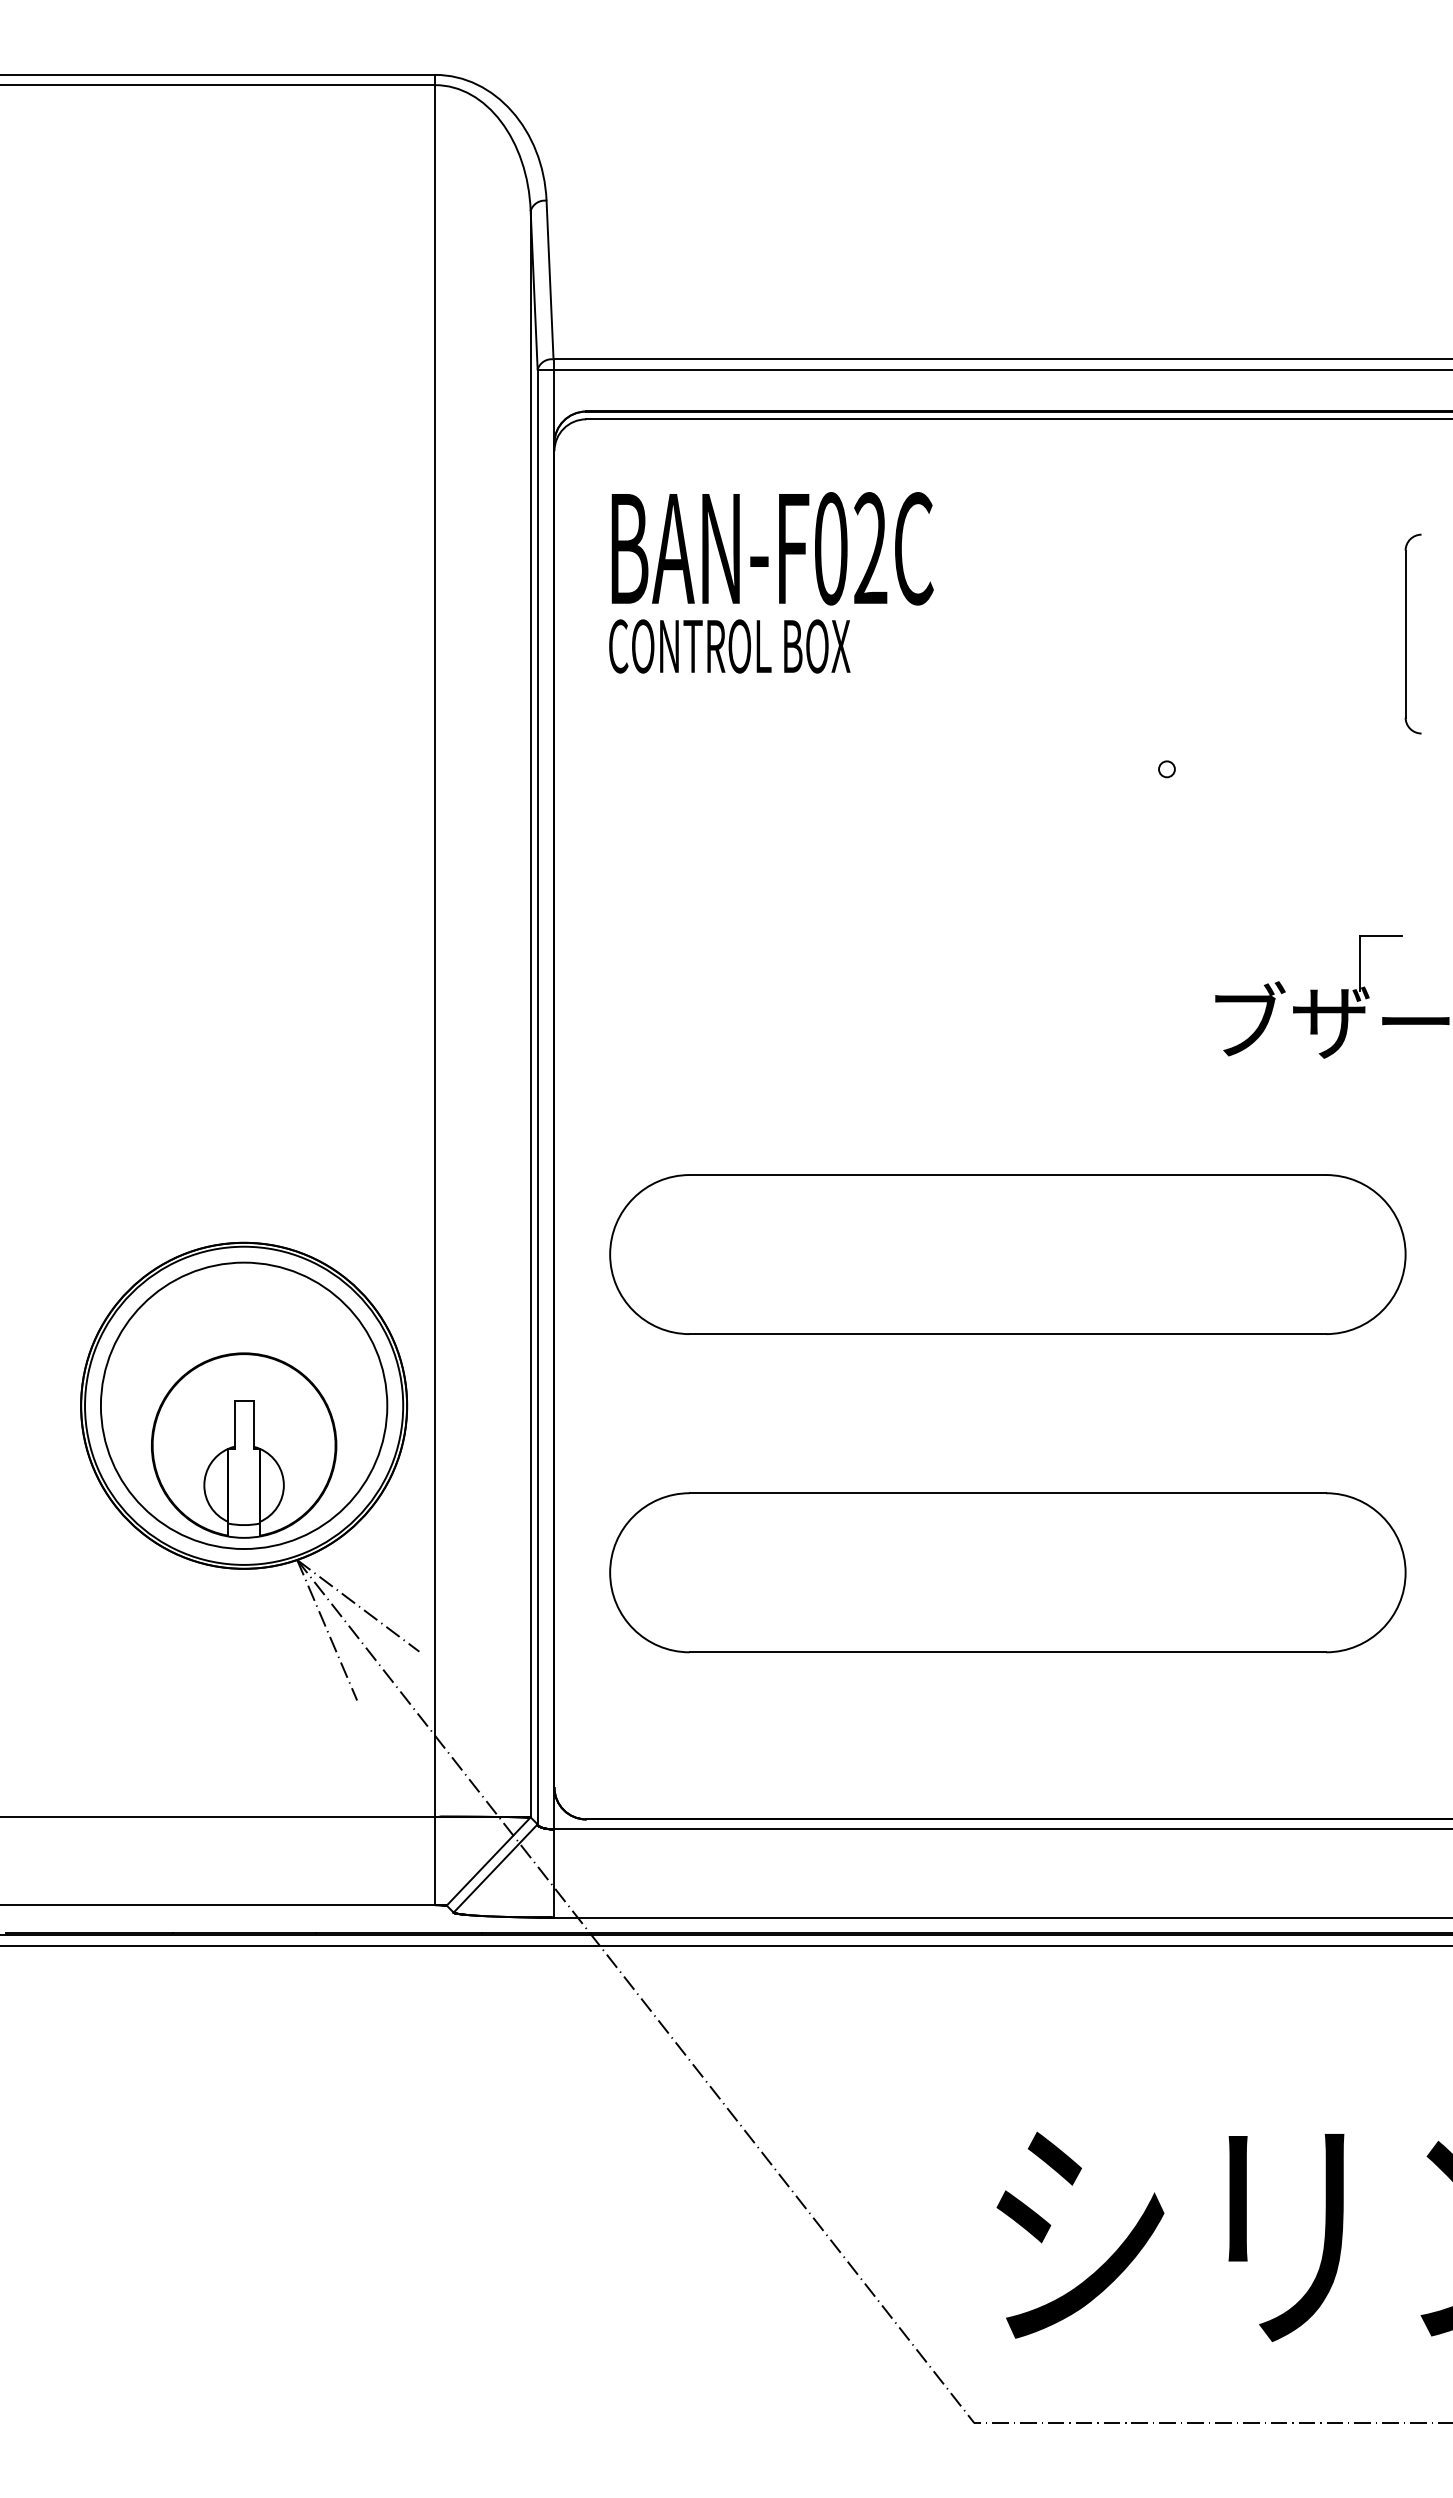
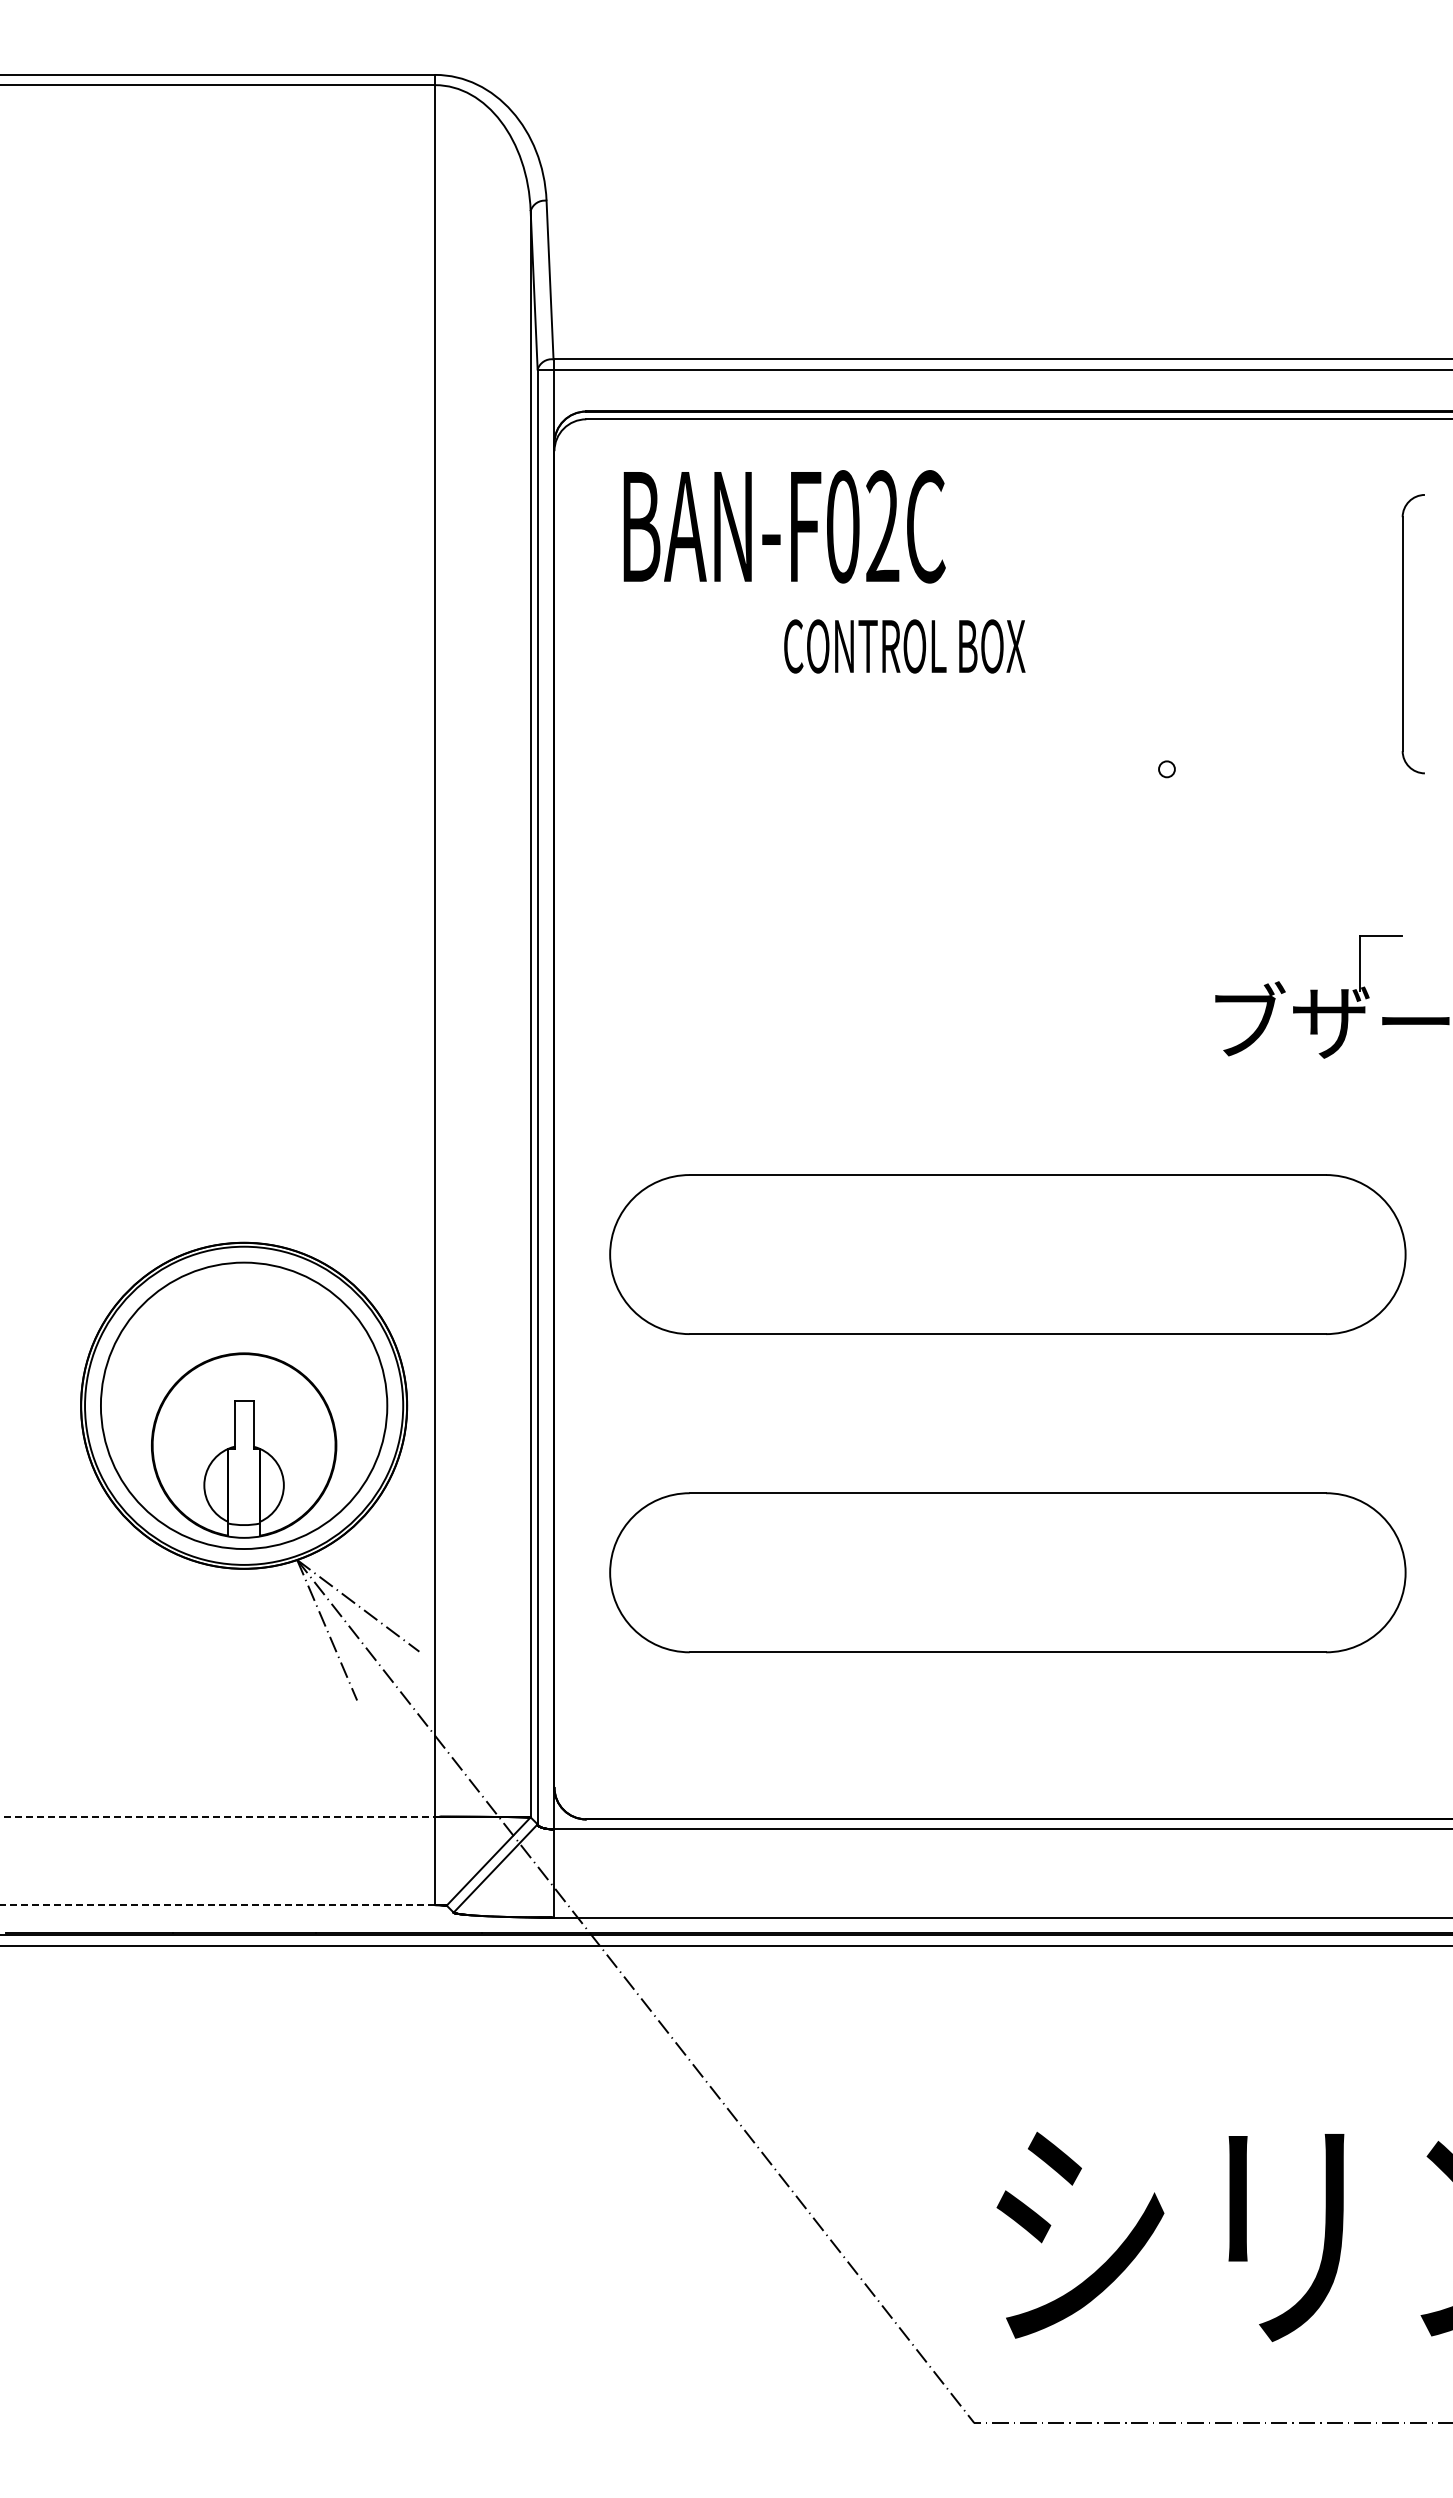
text at (772, 548) position: (772, 548) -> (784, 526)
part at (1412, 633) size: 18x202 px -> 24x281 px
text at (729, 646) position: (729, 646) -> (904, 646)
line at (218, 1816): solid -> dashed
line at (217, 1905): solid -> dashed
